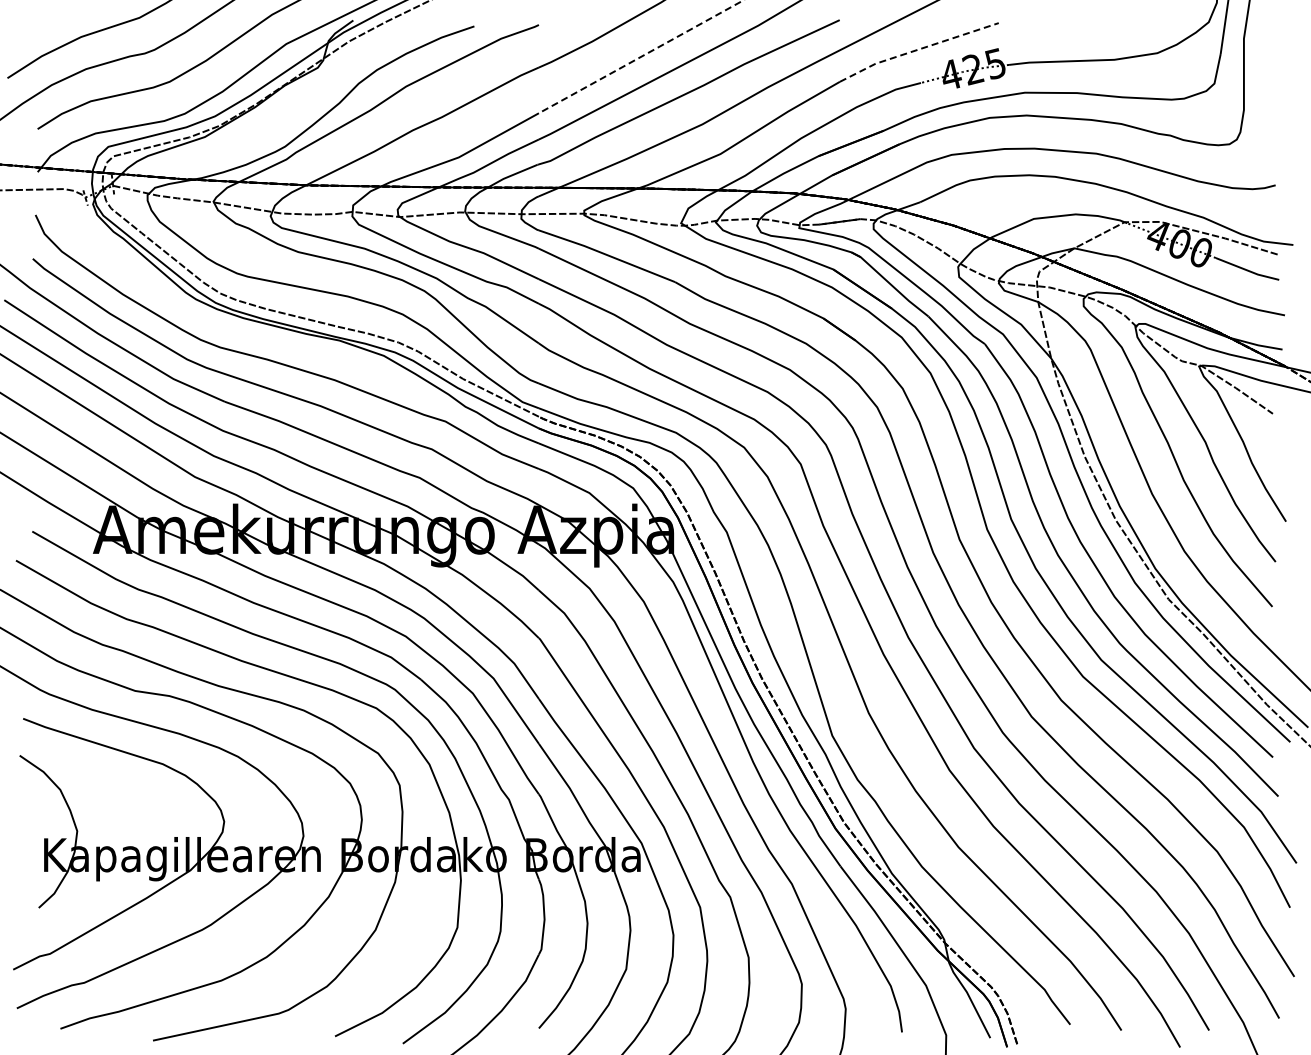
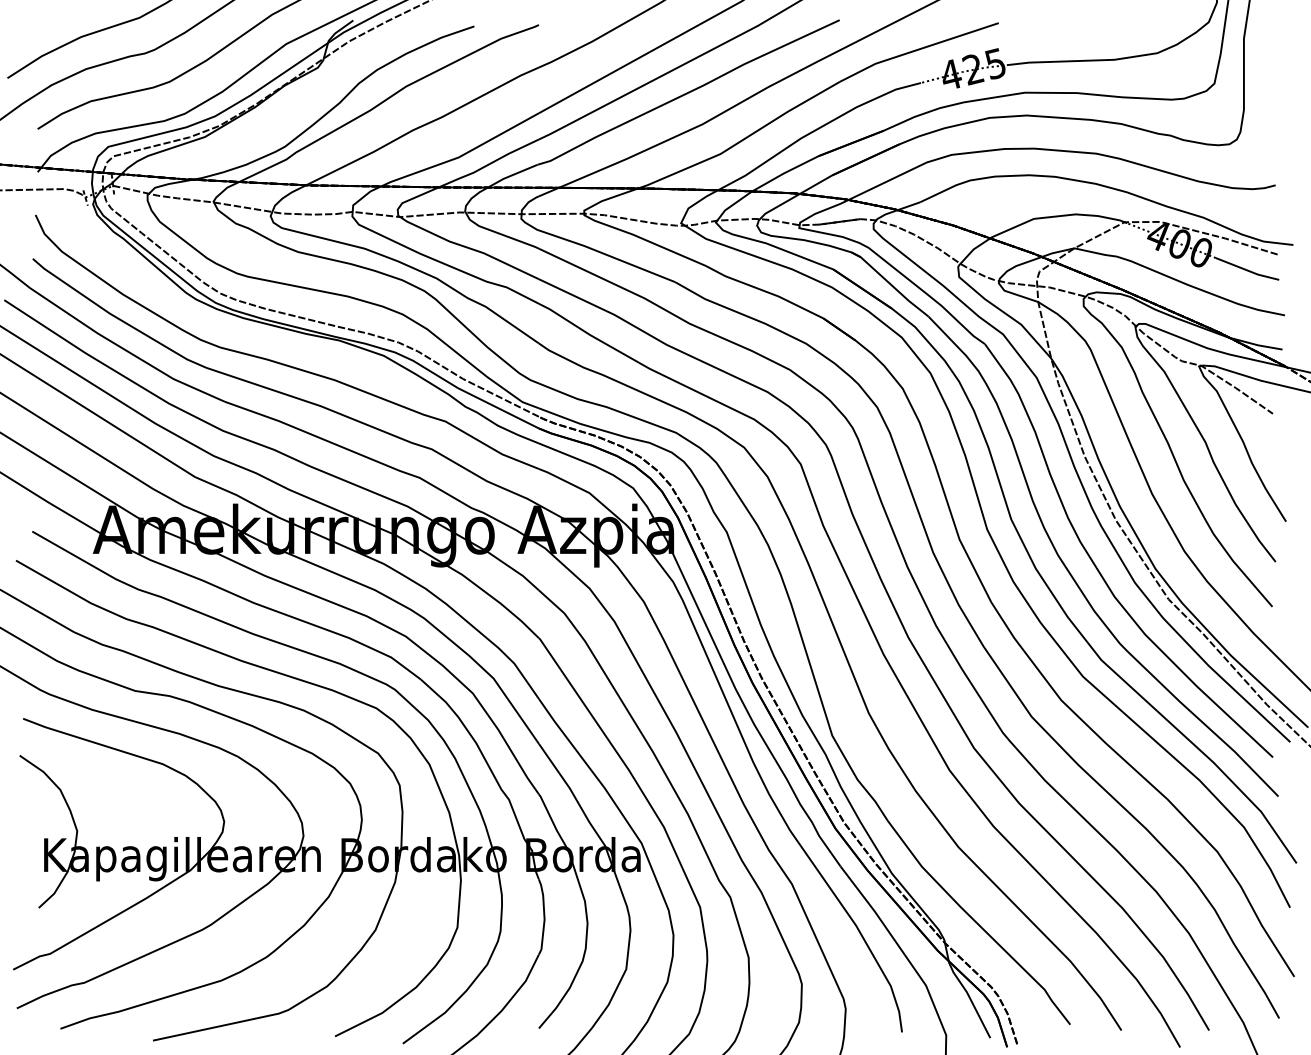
line at (918, 49): dashed -> solid
line at (641, 56): dashed -> solid
